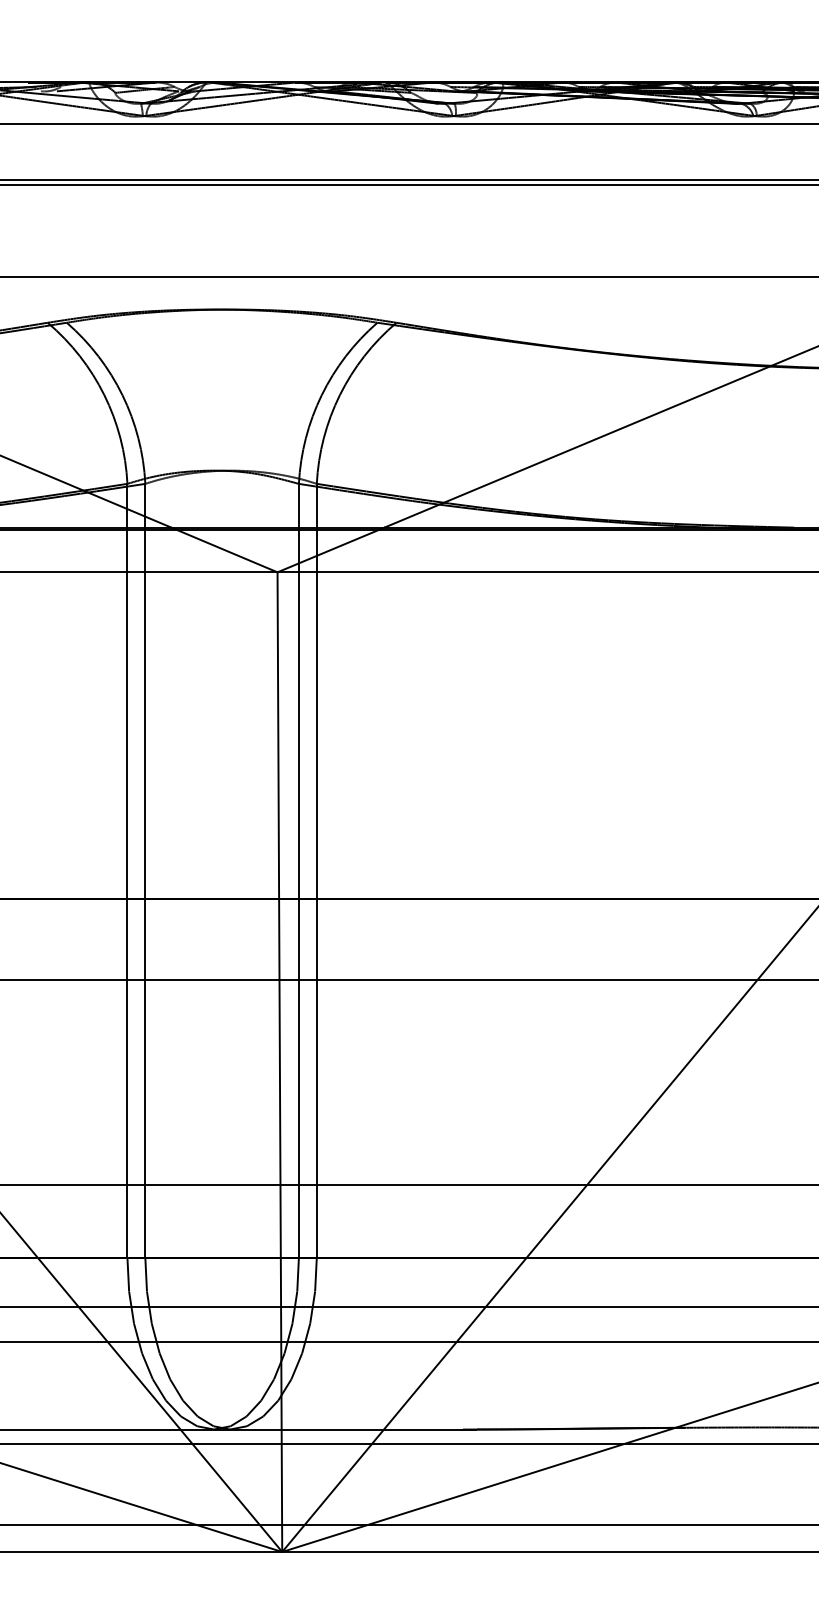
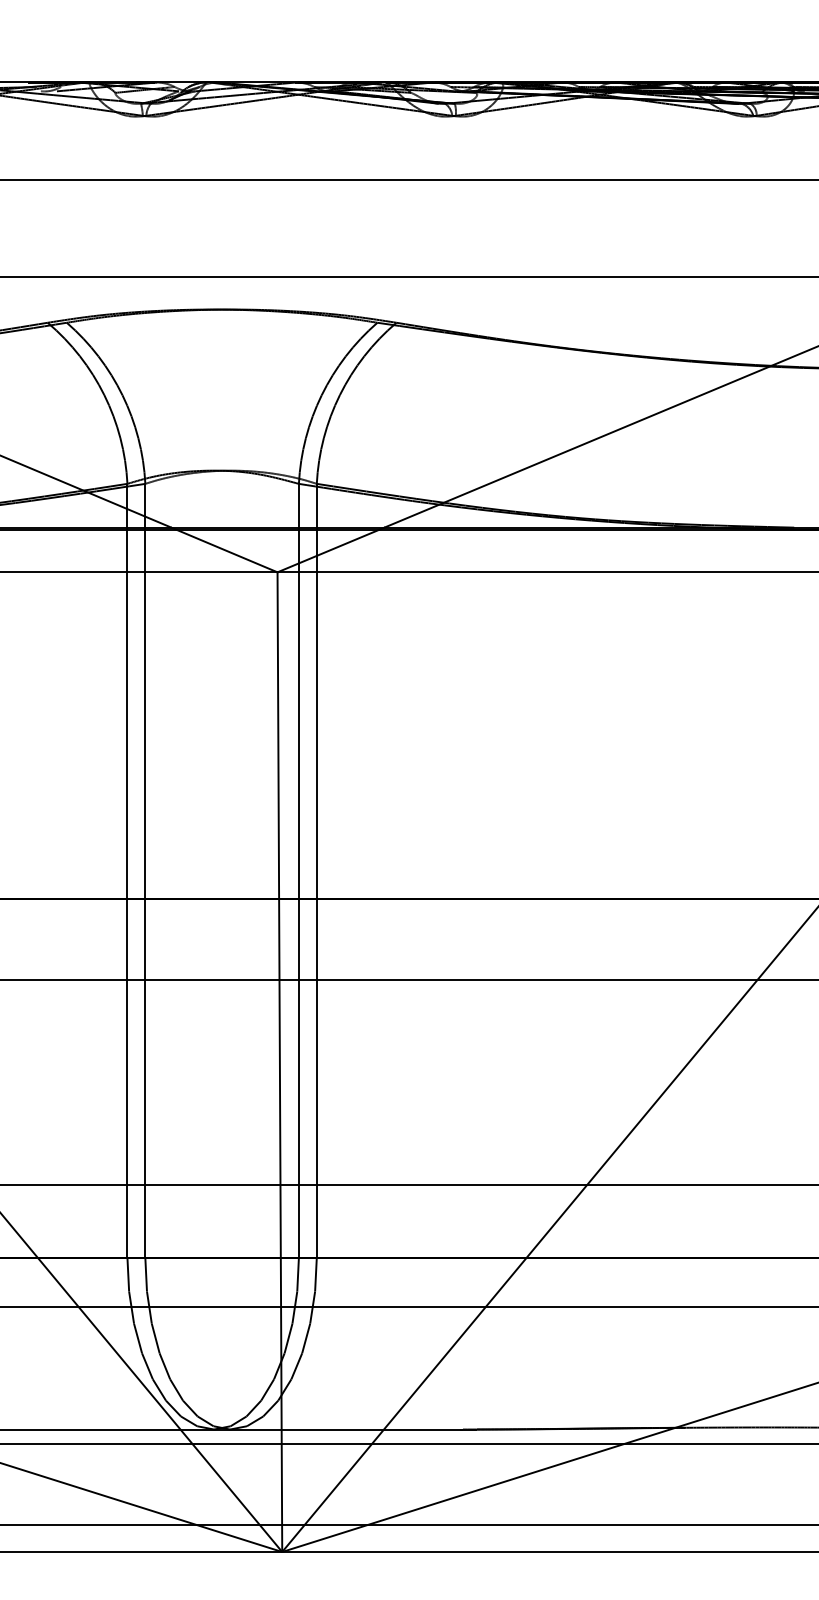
line at (408, 124): present -> none
line at (408, 185): present -> none
line at (408, 1342): present -> none
